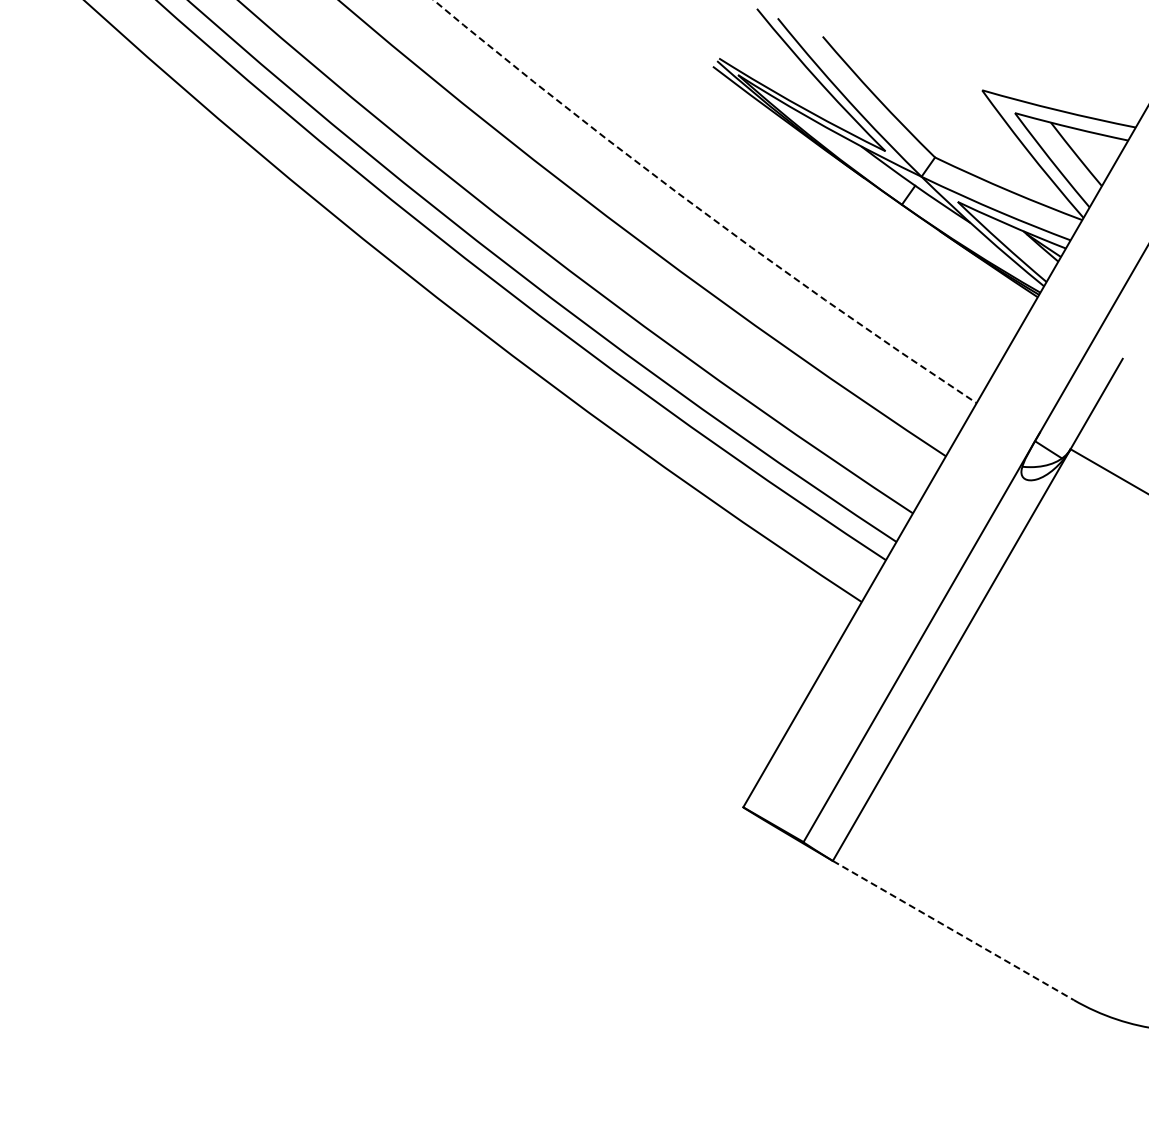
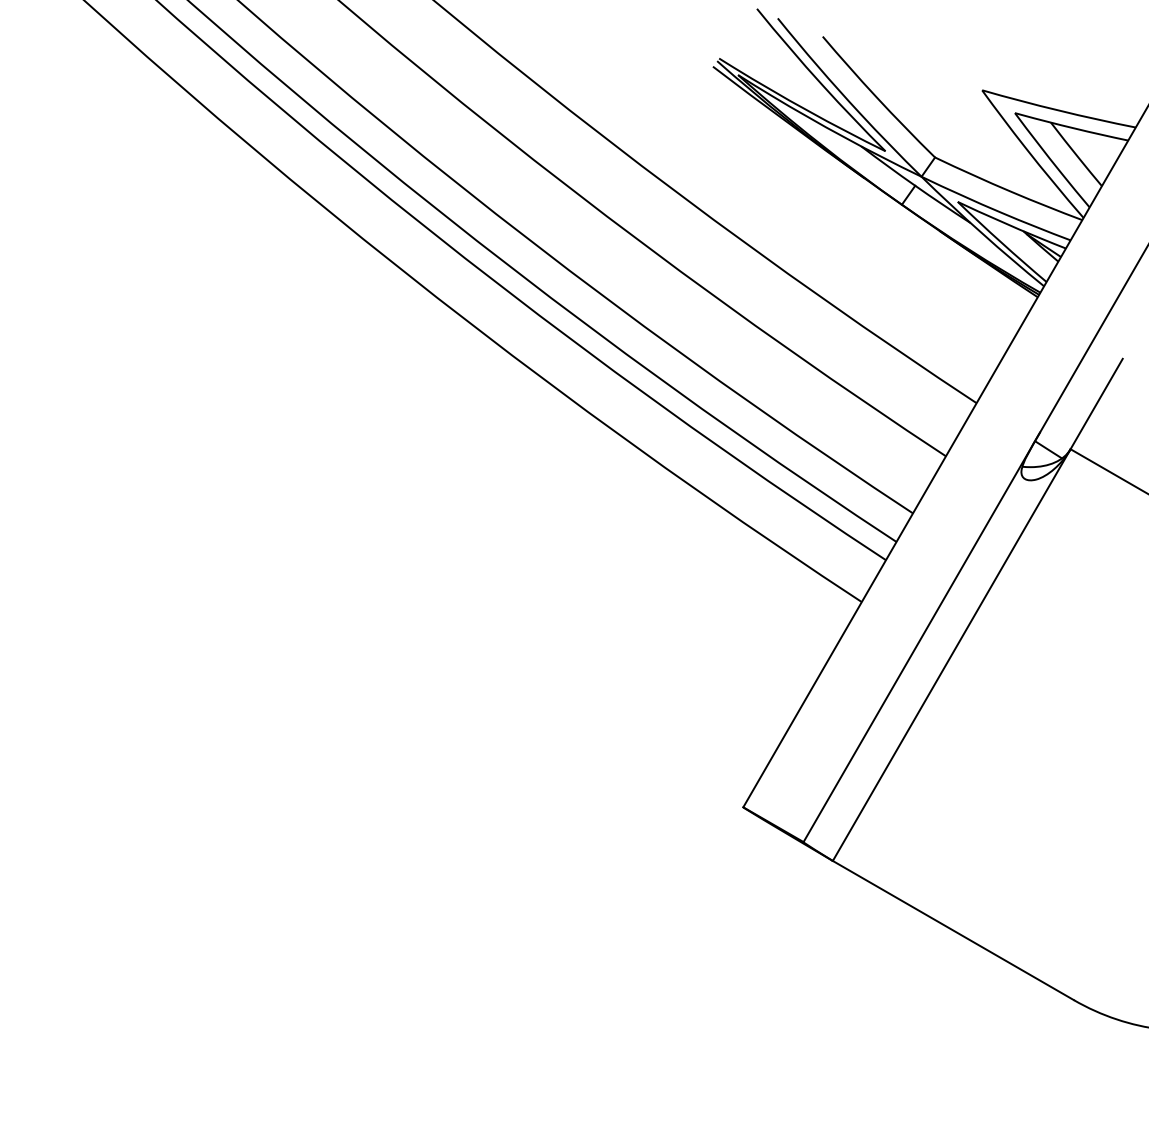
arc at (700, 209): dashed -> solid
line at (953, 930): dashed -> solid
